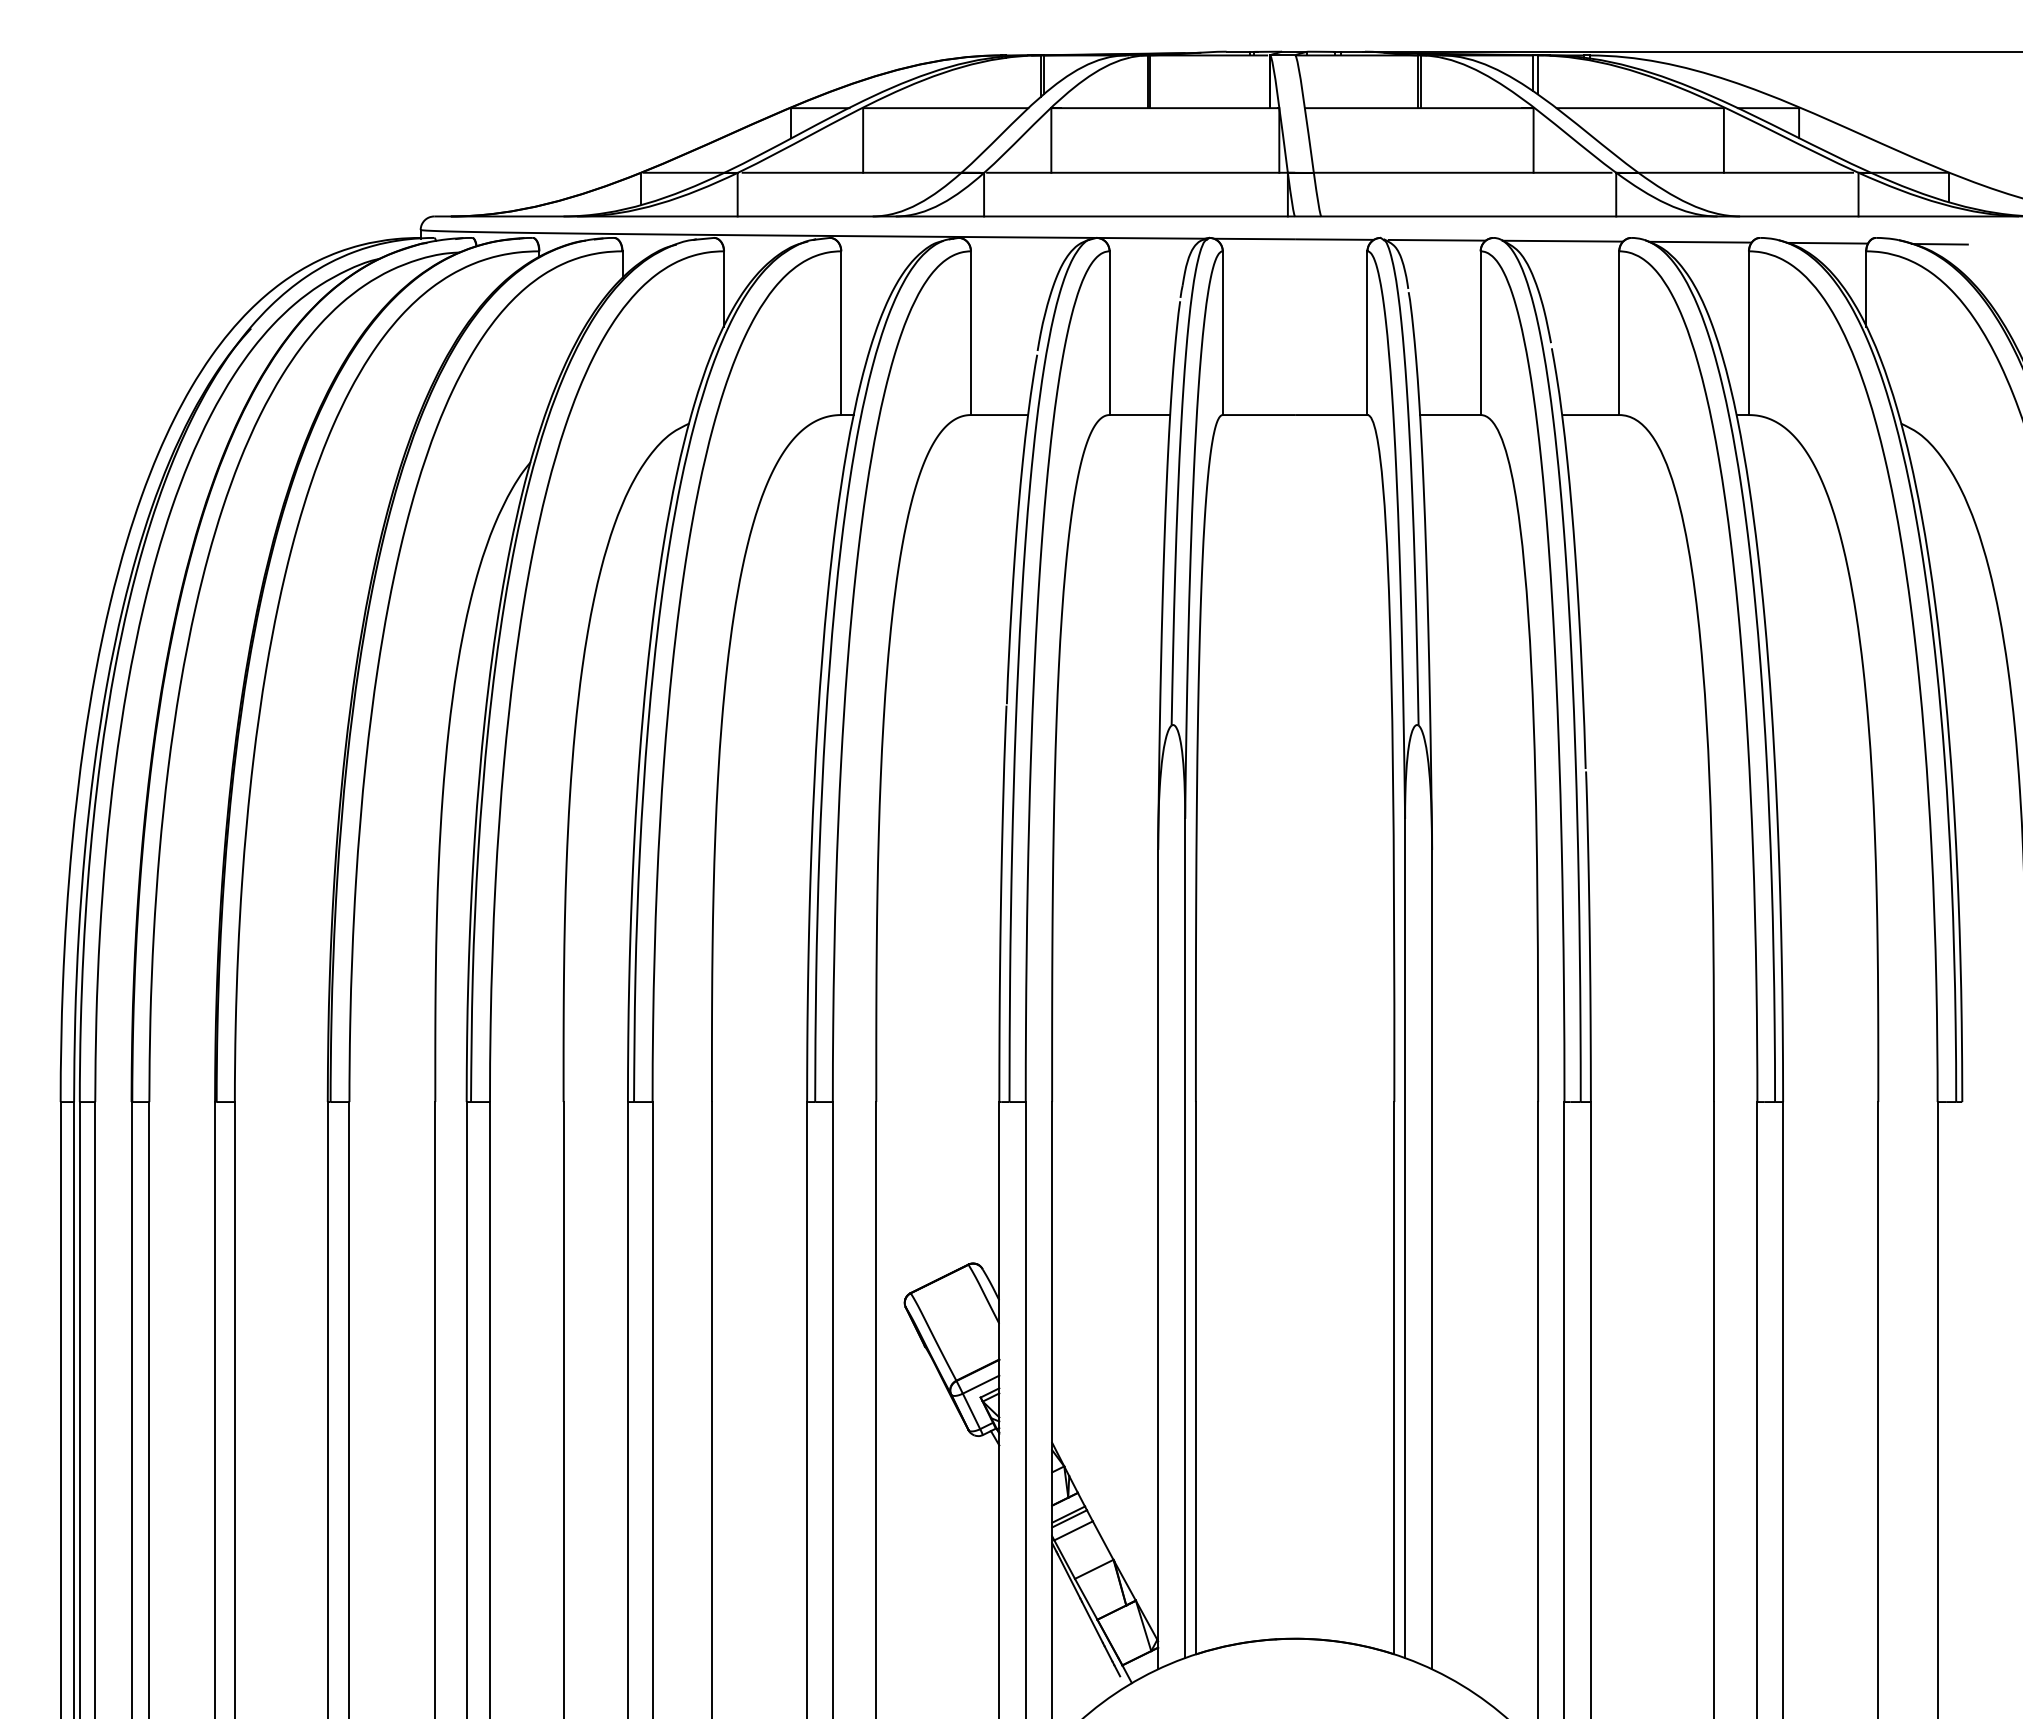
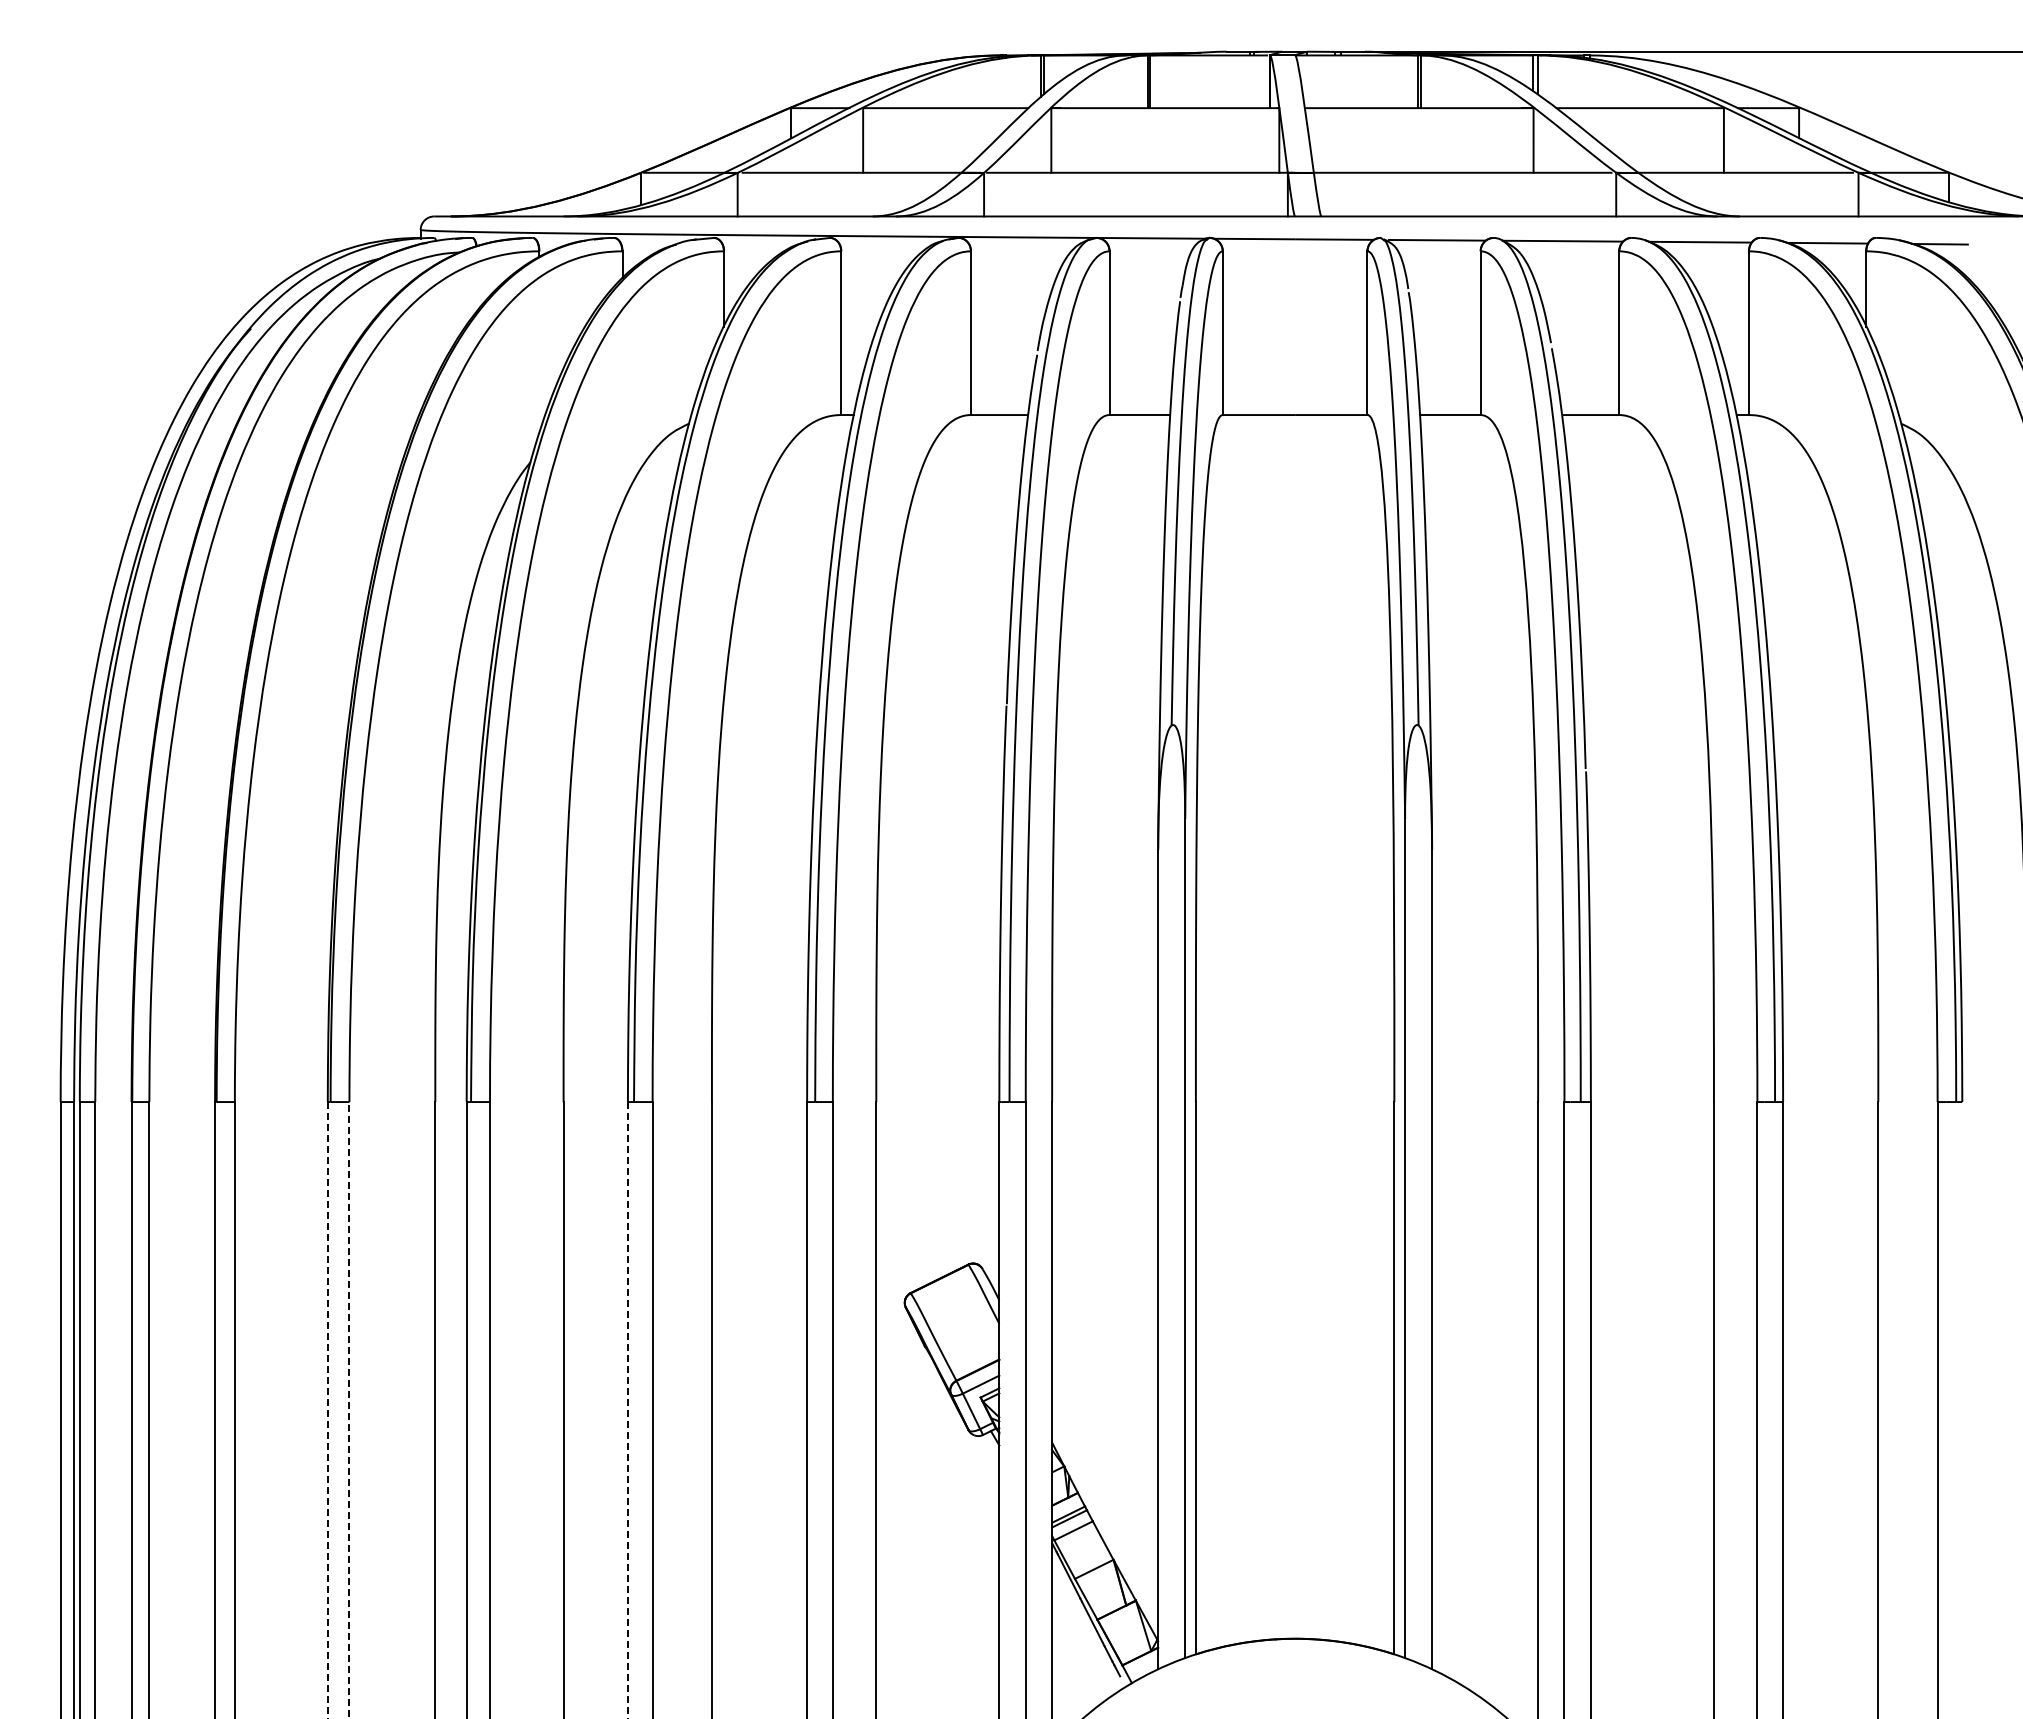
line at (349, 1409): solid -> dashed
line at (327, 1410): solid -> dashed
line at (627, 1410): solid -> dashed
